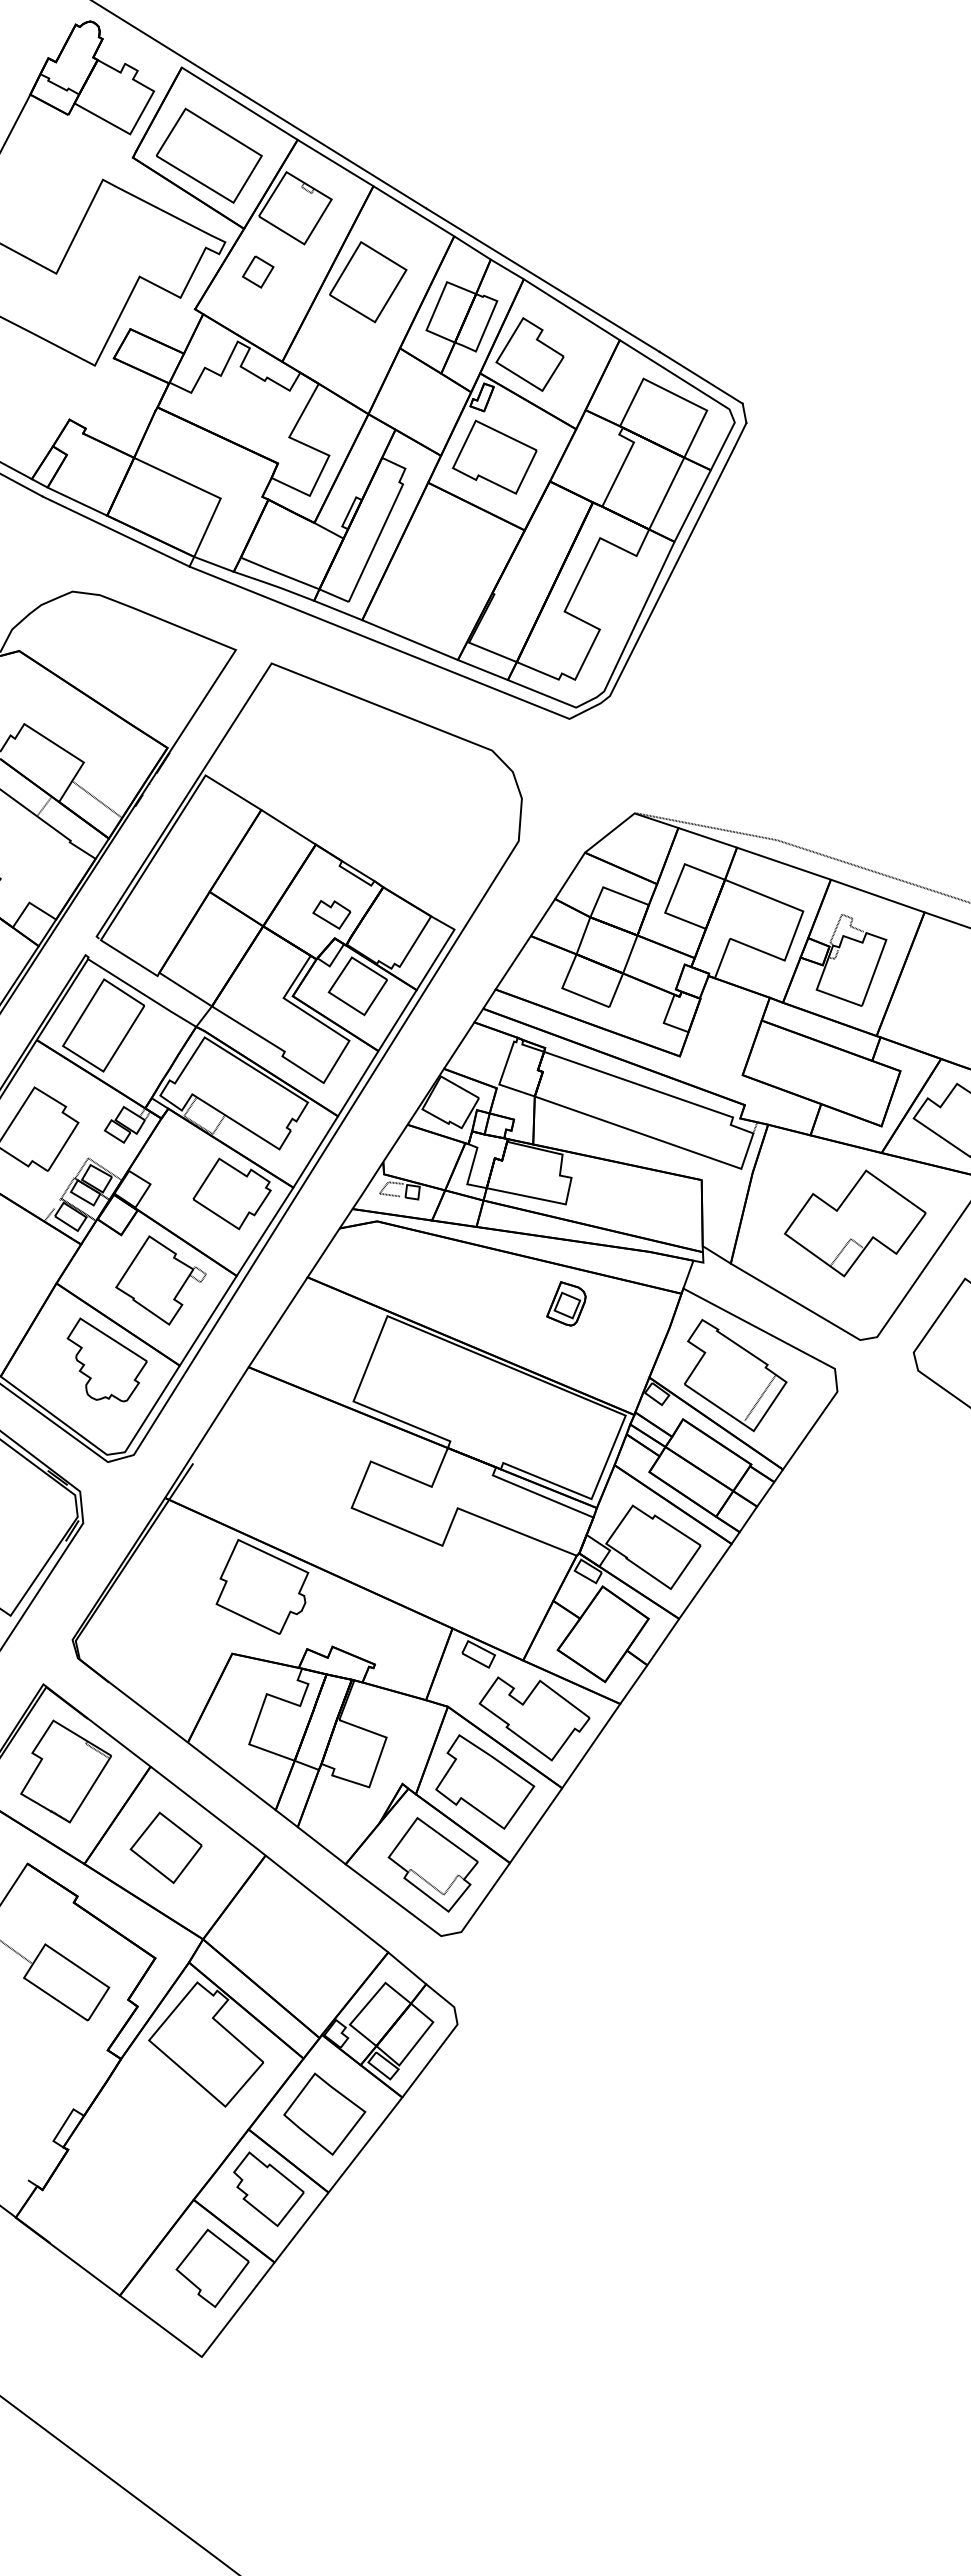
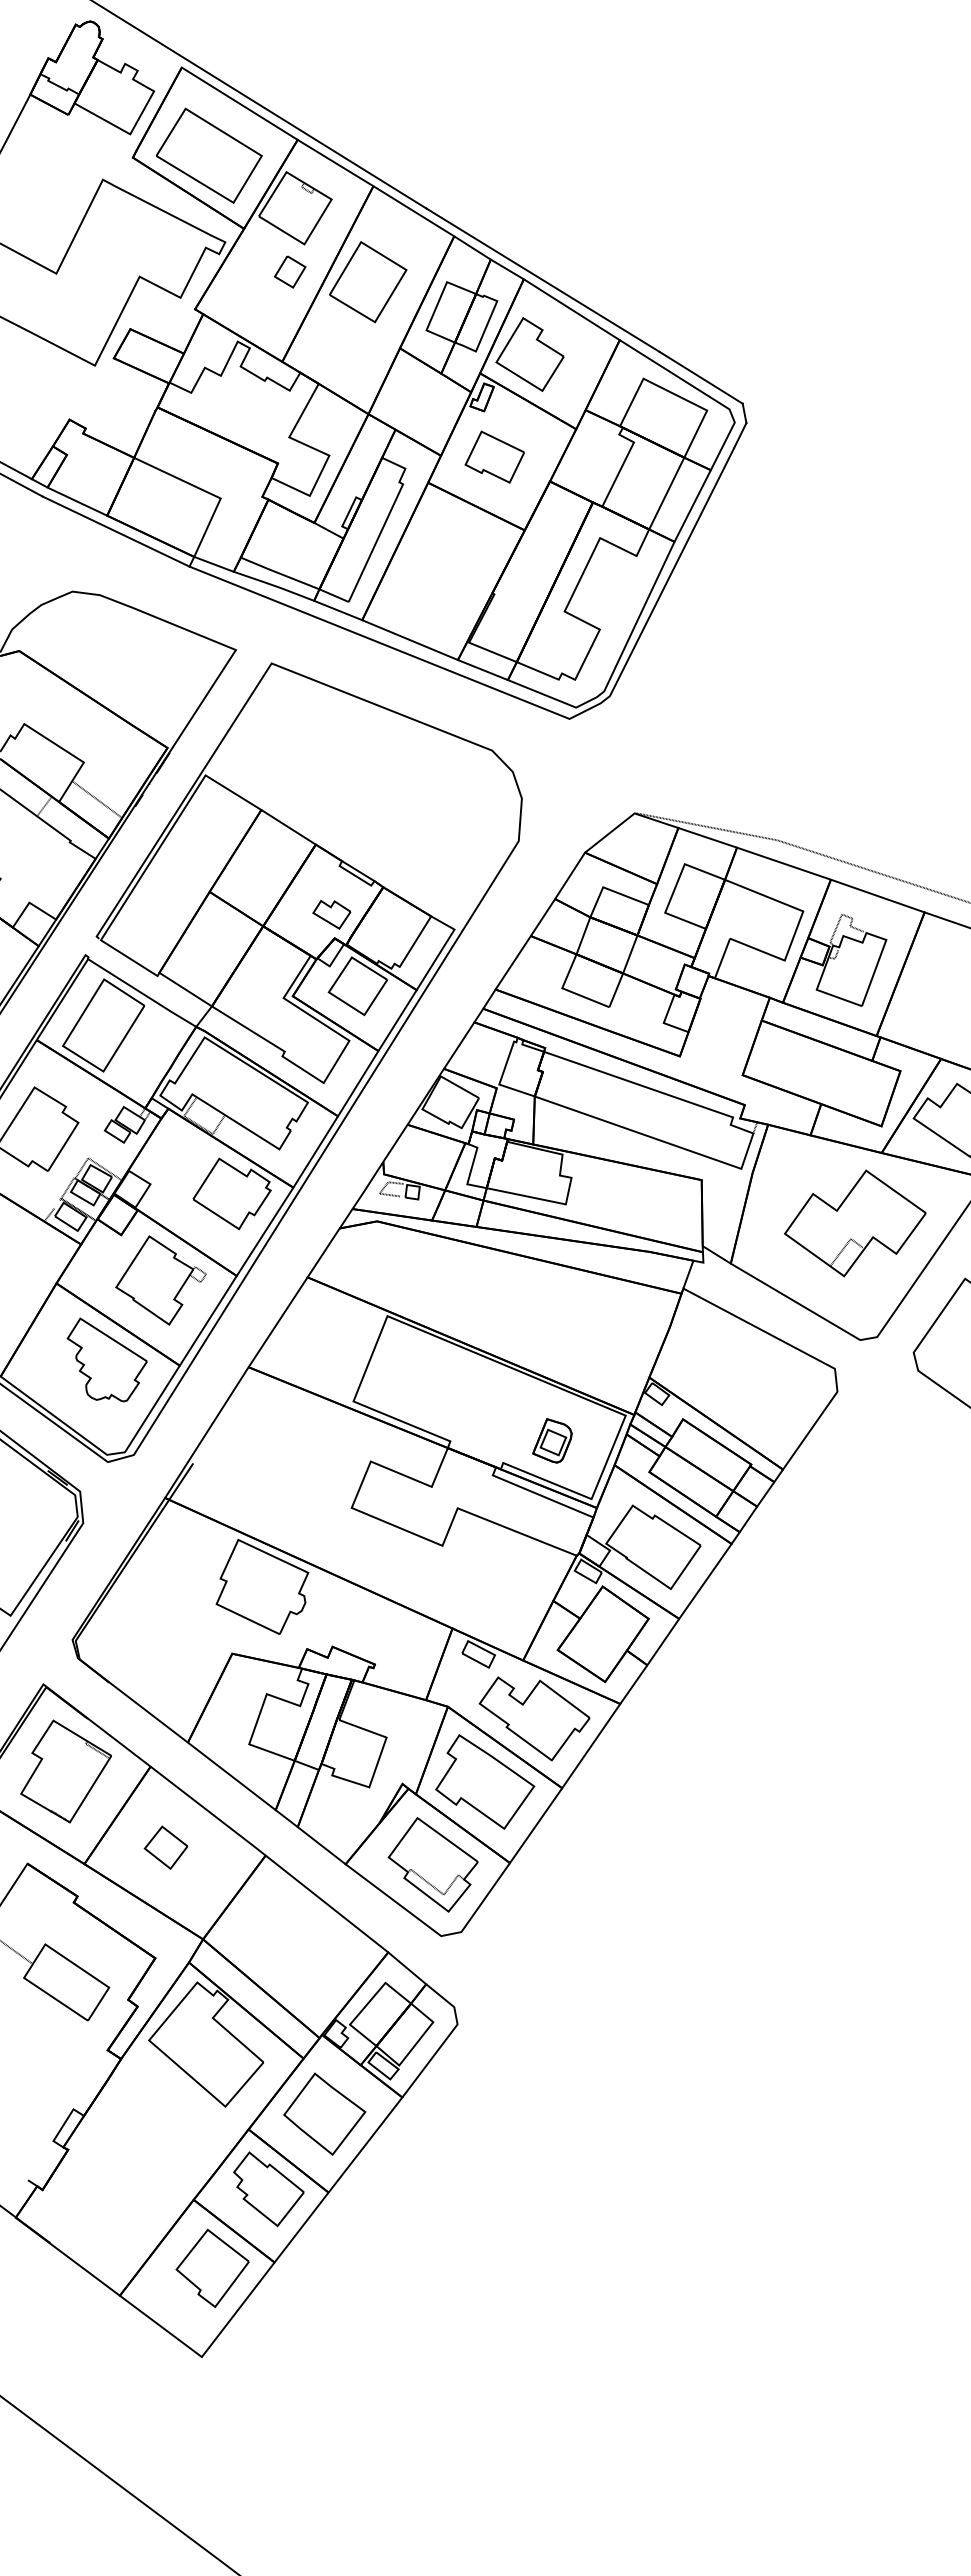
part at (258, 271) position: (258, 271) -> (290, 271)
part at (494, 456) size: 86x76 px -> 61x54 px
part at (566, 1303) position: (566, 1303) -> (552, 1440)
part at (735, 1375): present -> none
part at (165, 1847) size: 74x73 px -> 45x45 px
